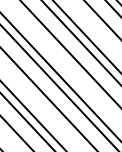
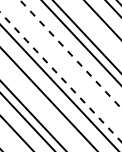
line at (71, 54): solid -> dashed
line at (60, 77): solid -> dashed
